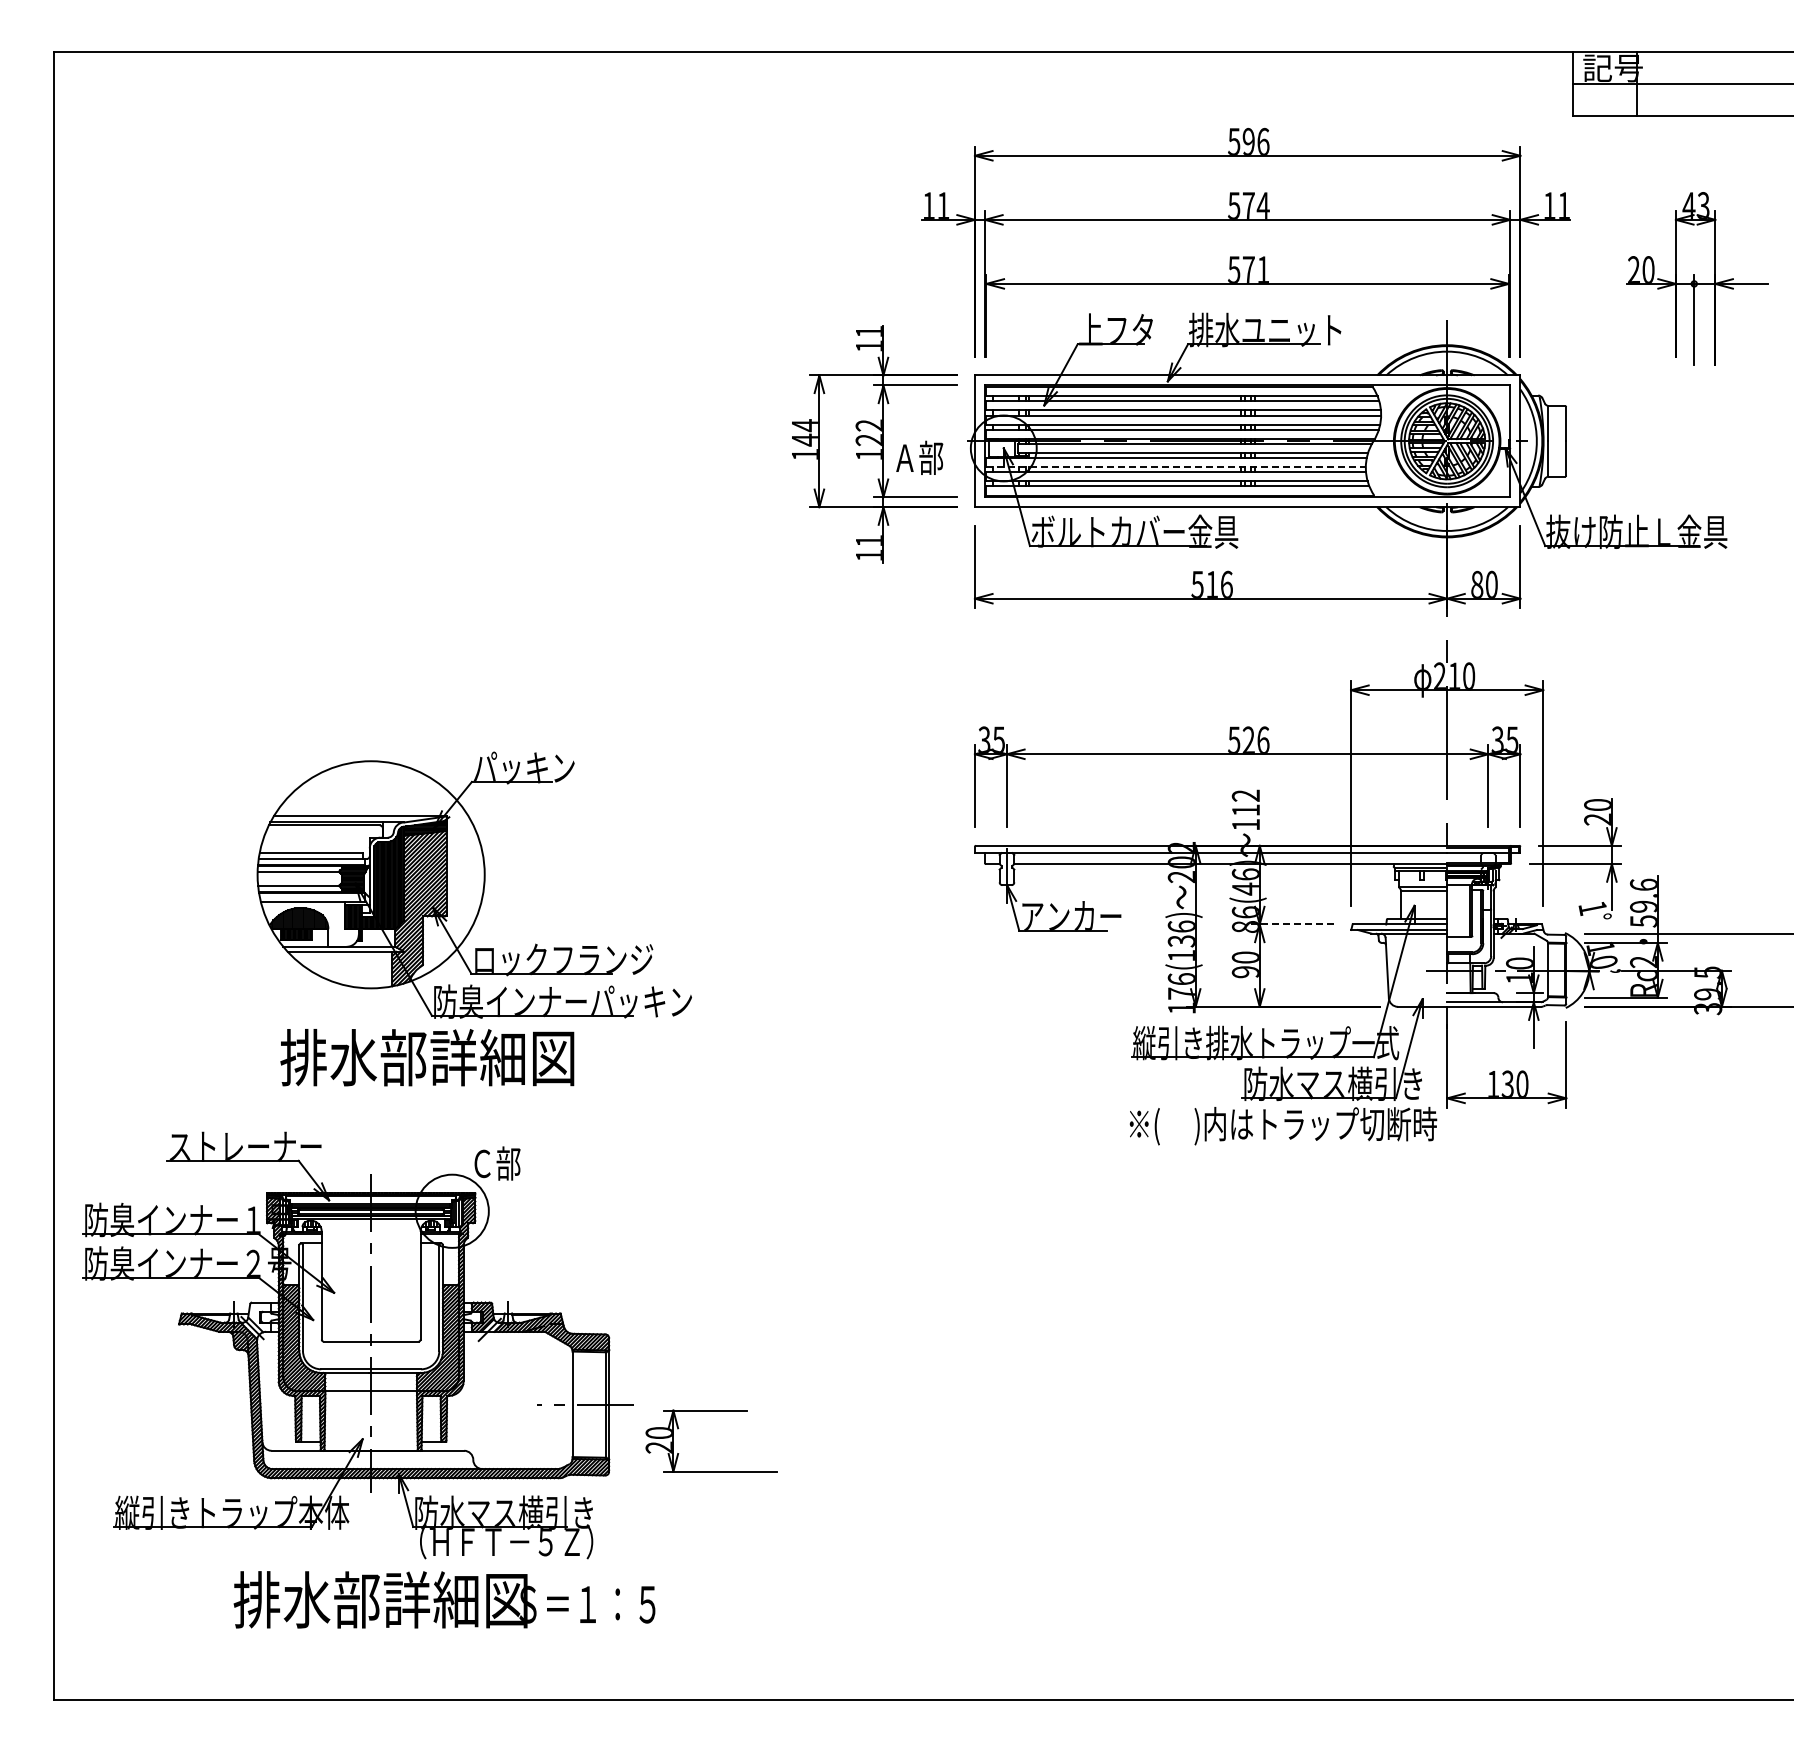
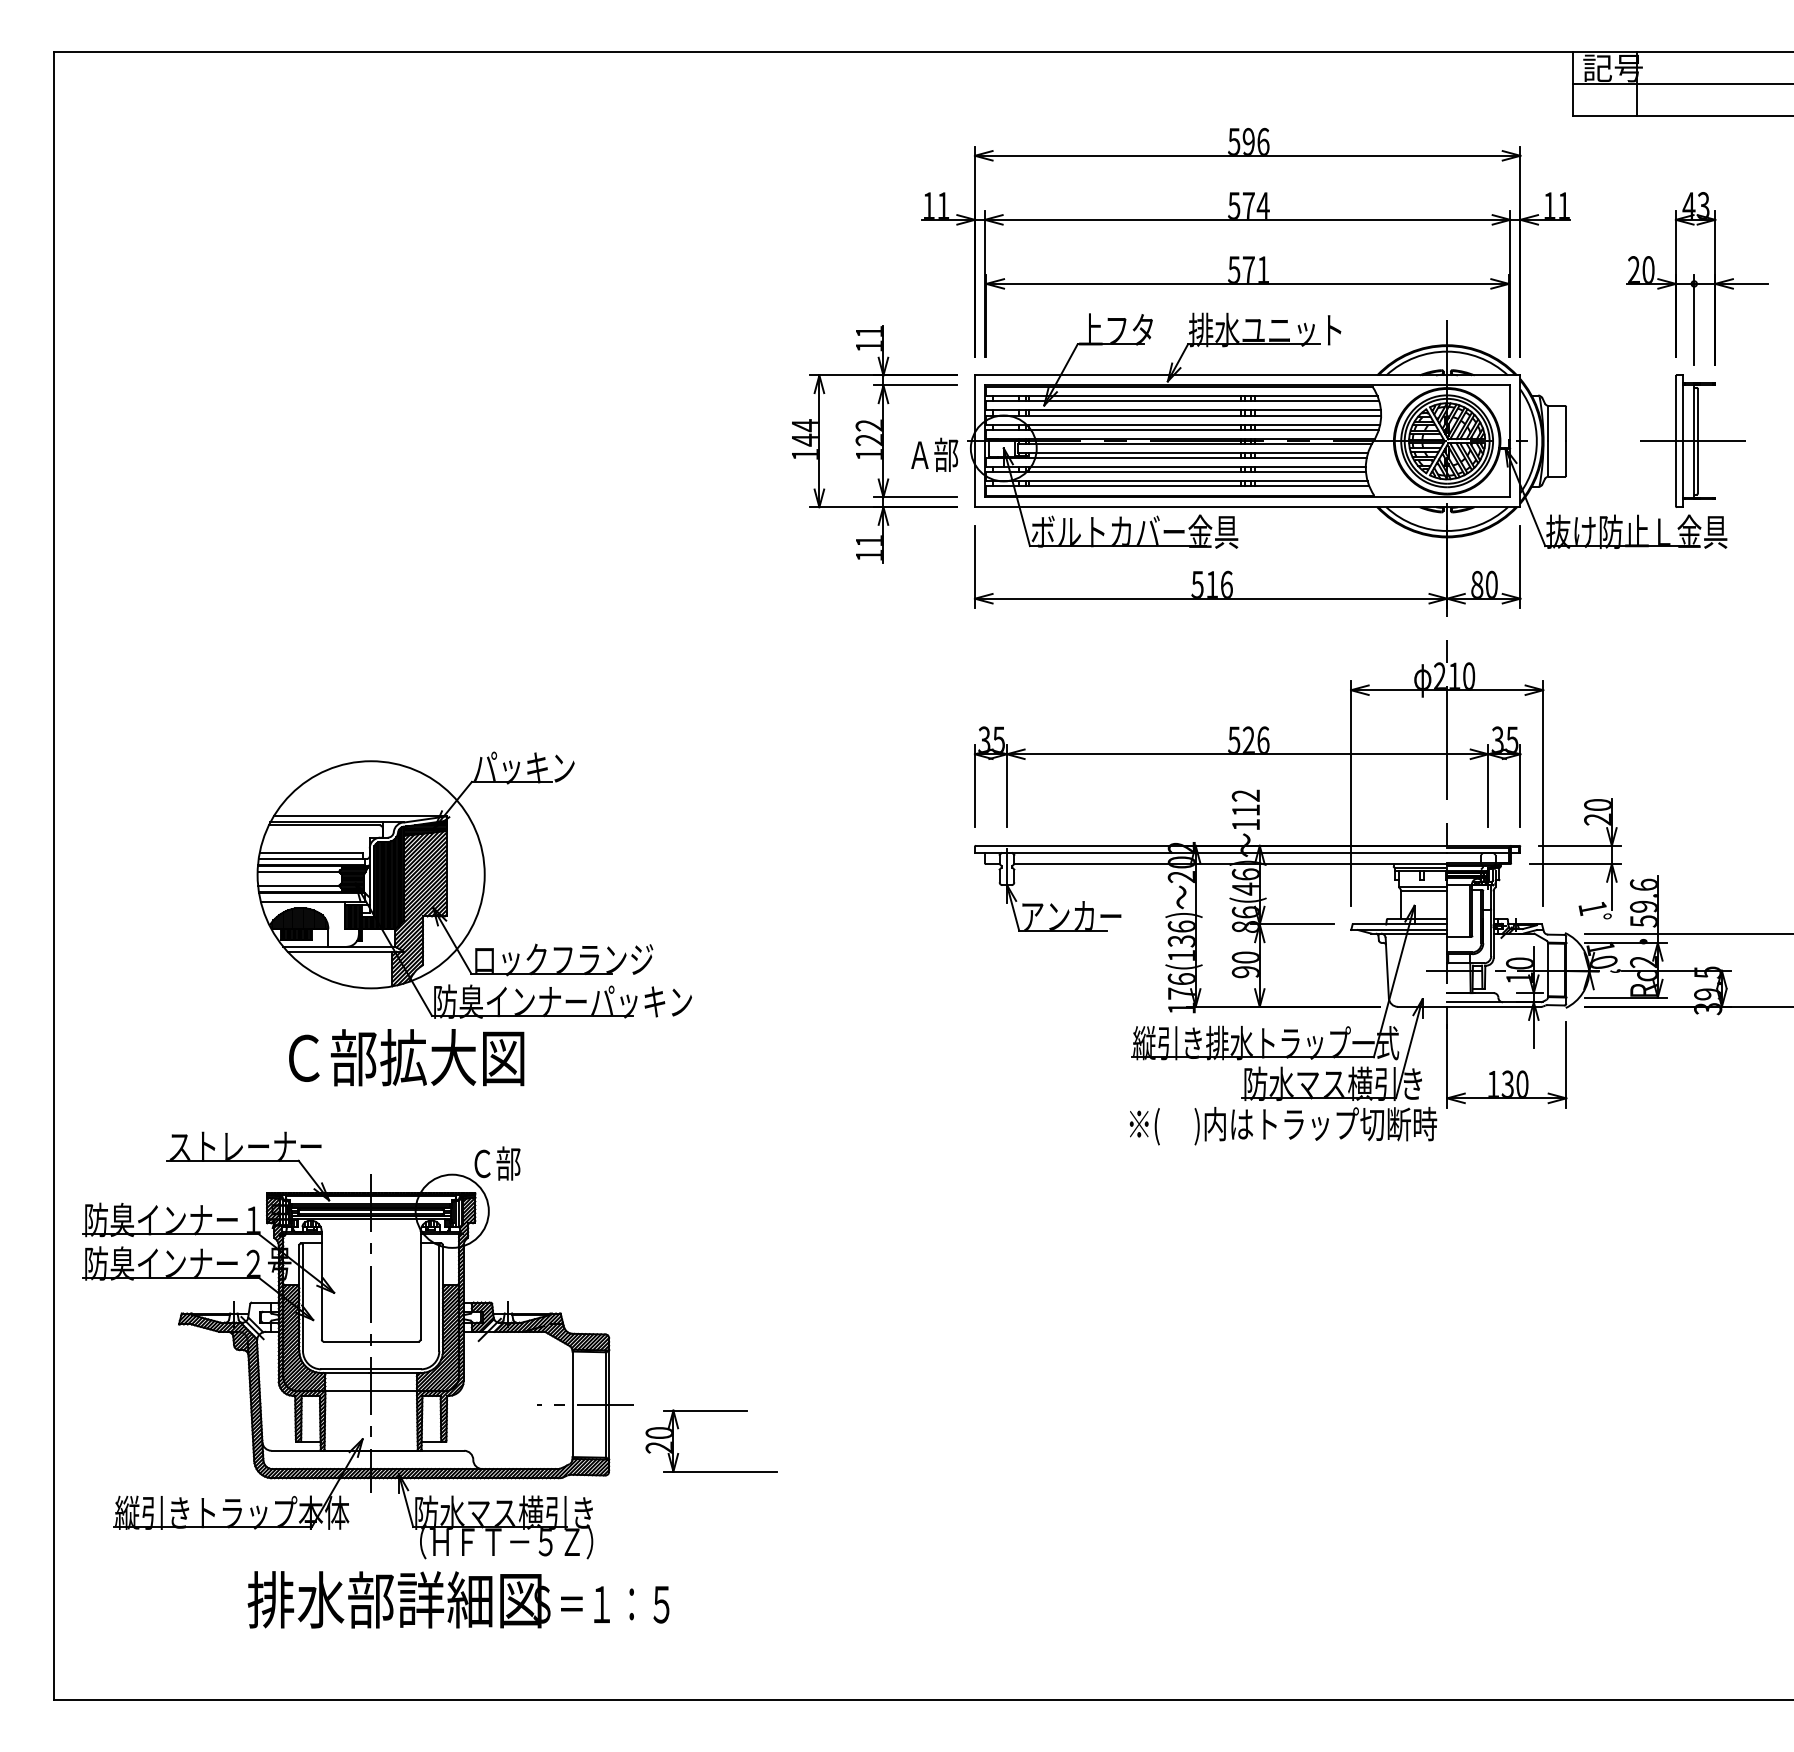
part at (1692, 440): none -> present
text at (919, 457) position: (919, 457) -> (934, 454)
line at (1176, 467): dashed -> solid
line at (1292, 924): dashed -> solid
text at (427, 1057): 排水部詳細図 -> Ｃ部拡大図
text at (444, 1599) position: (444, 1599) -> (458, 1599)
